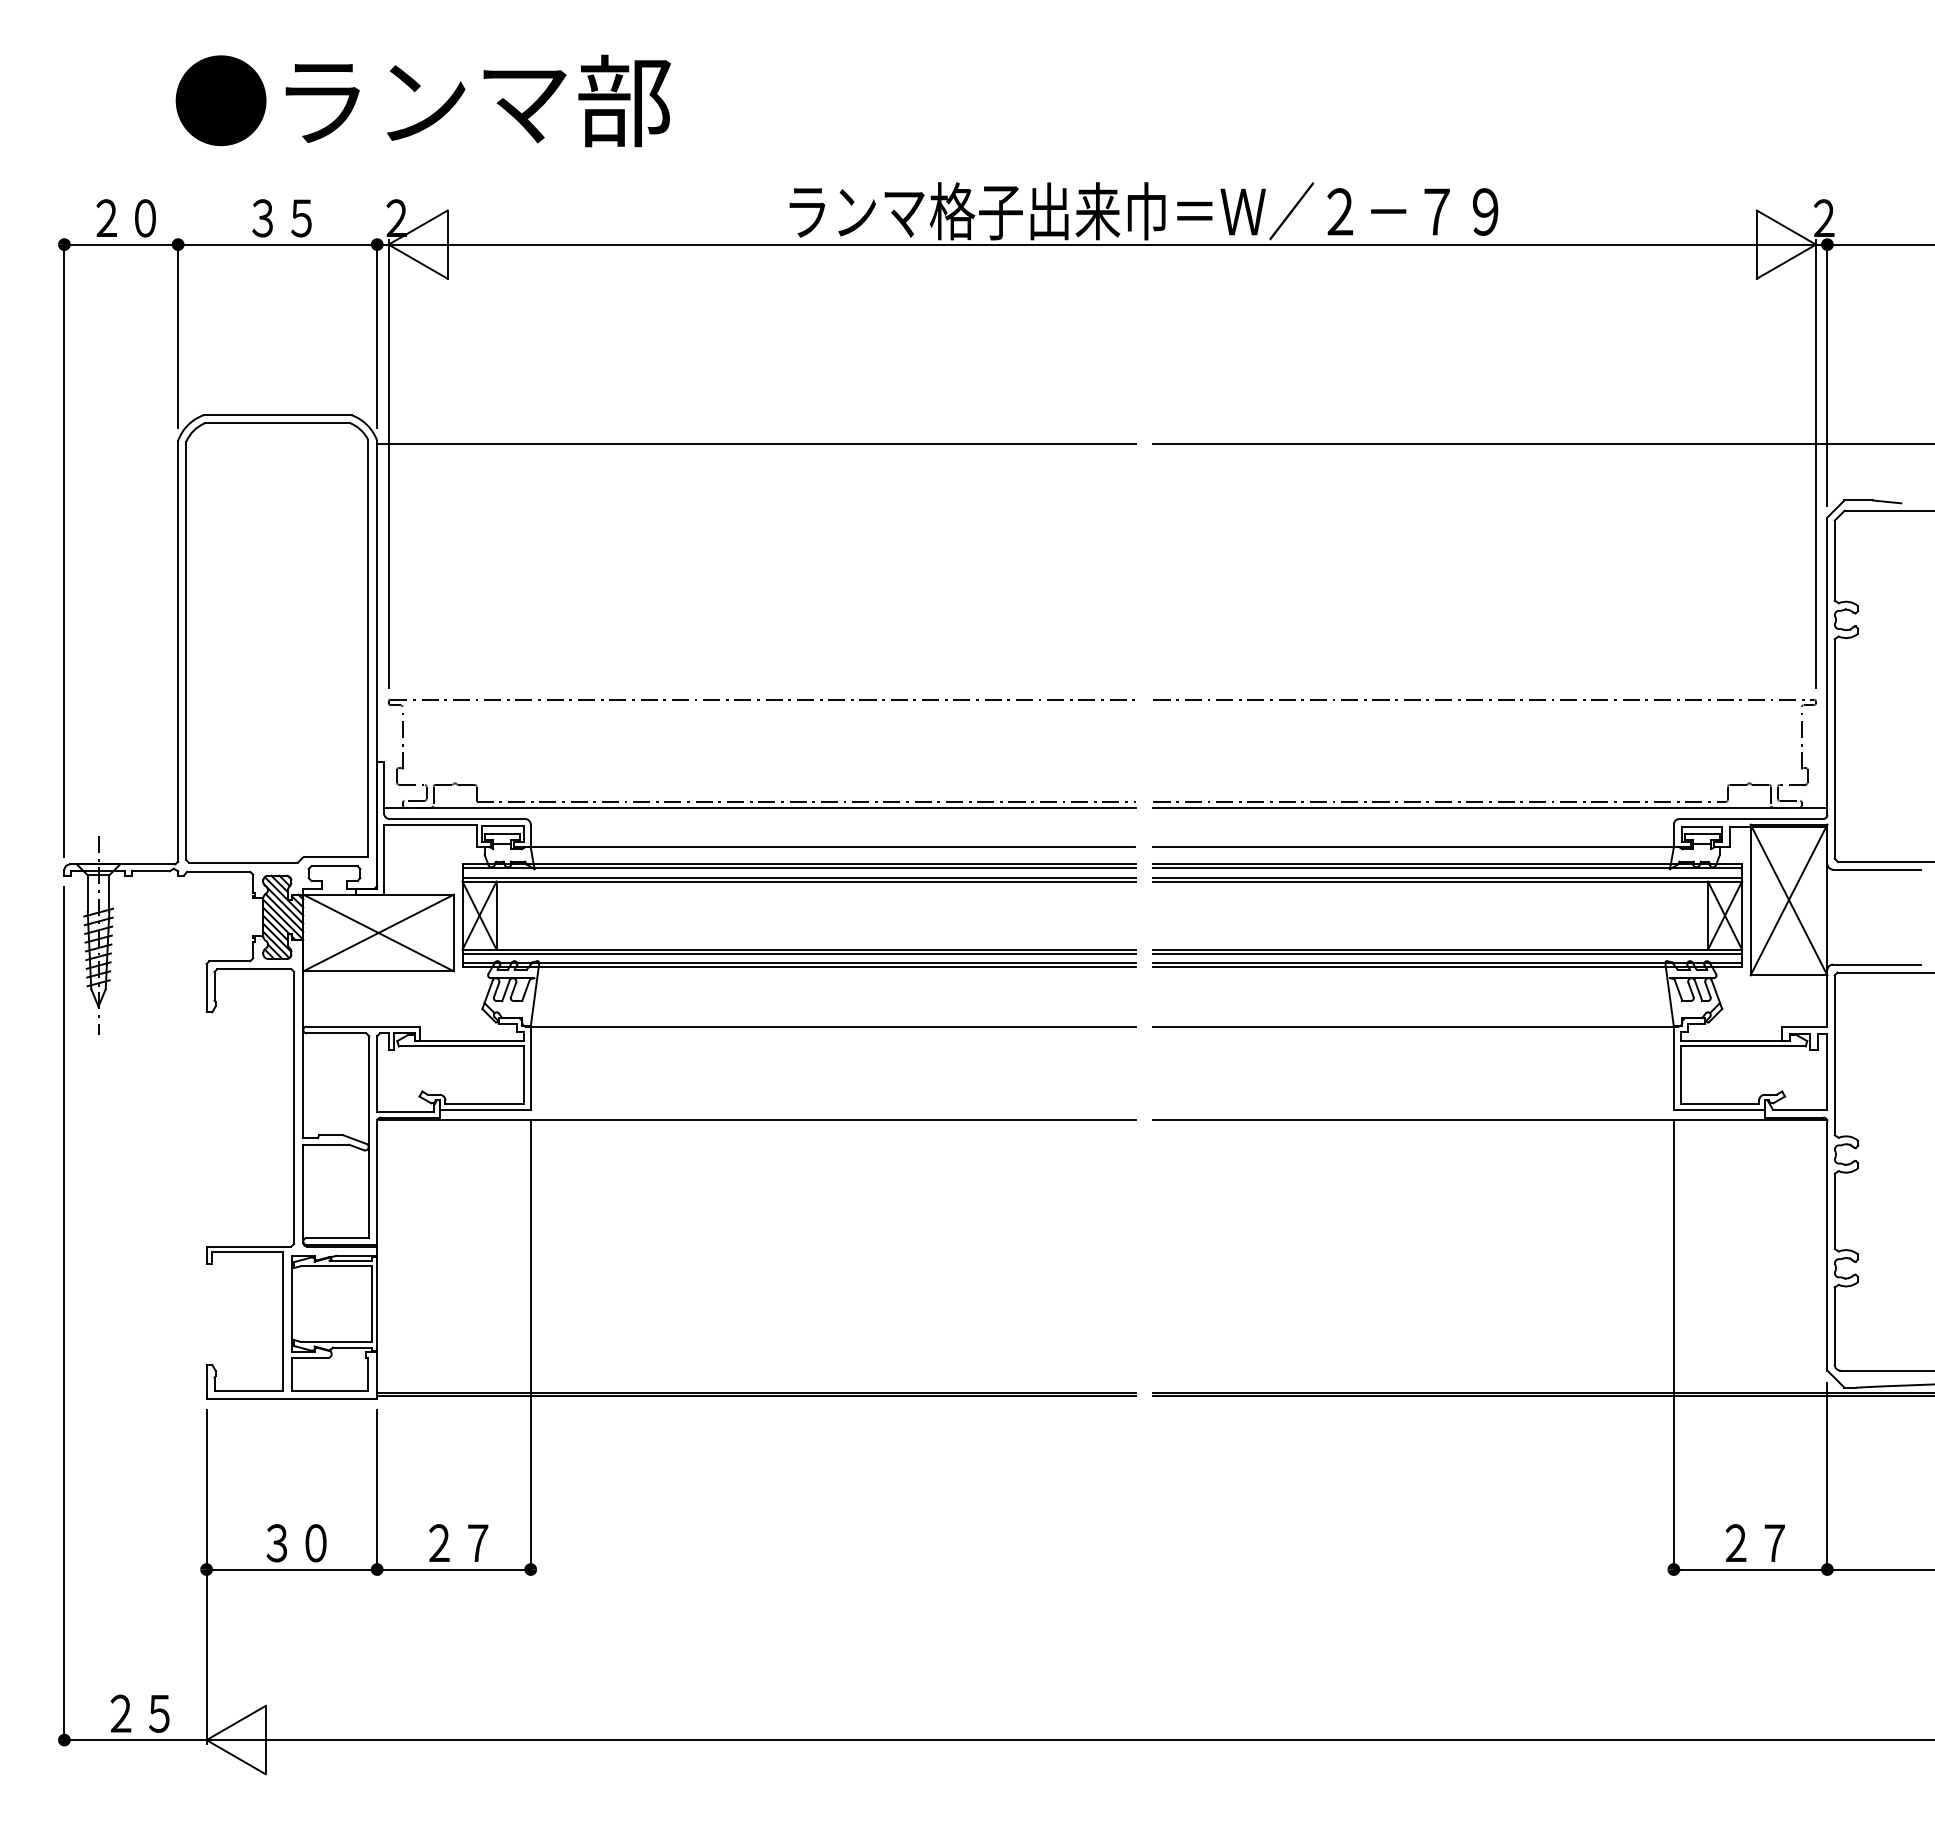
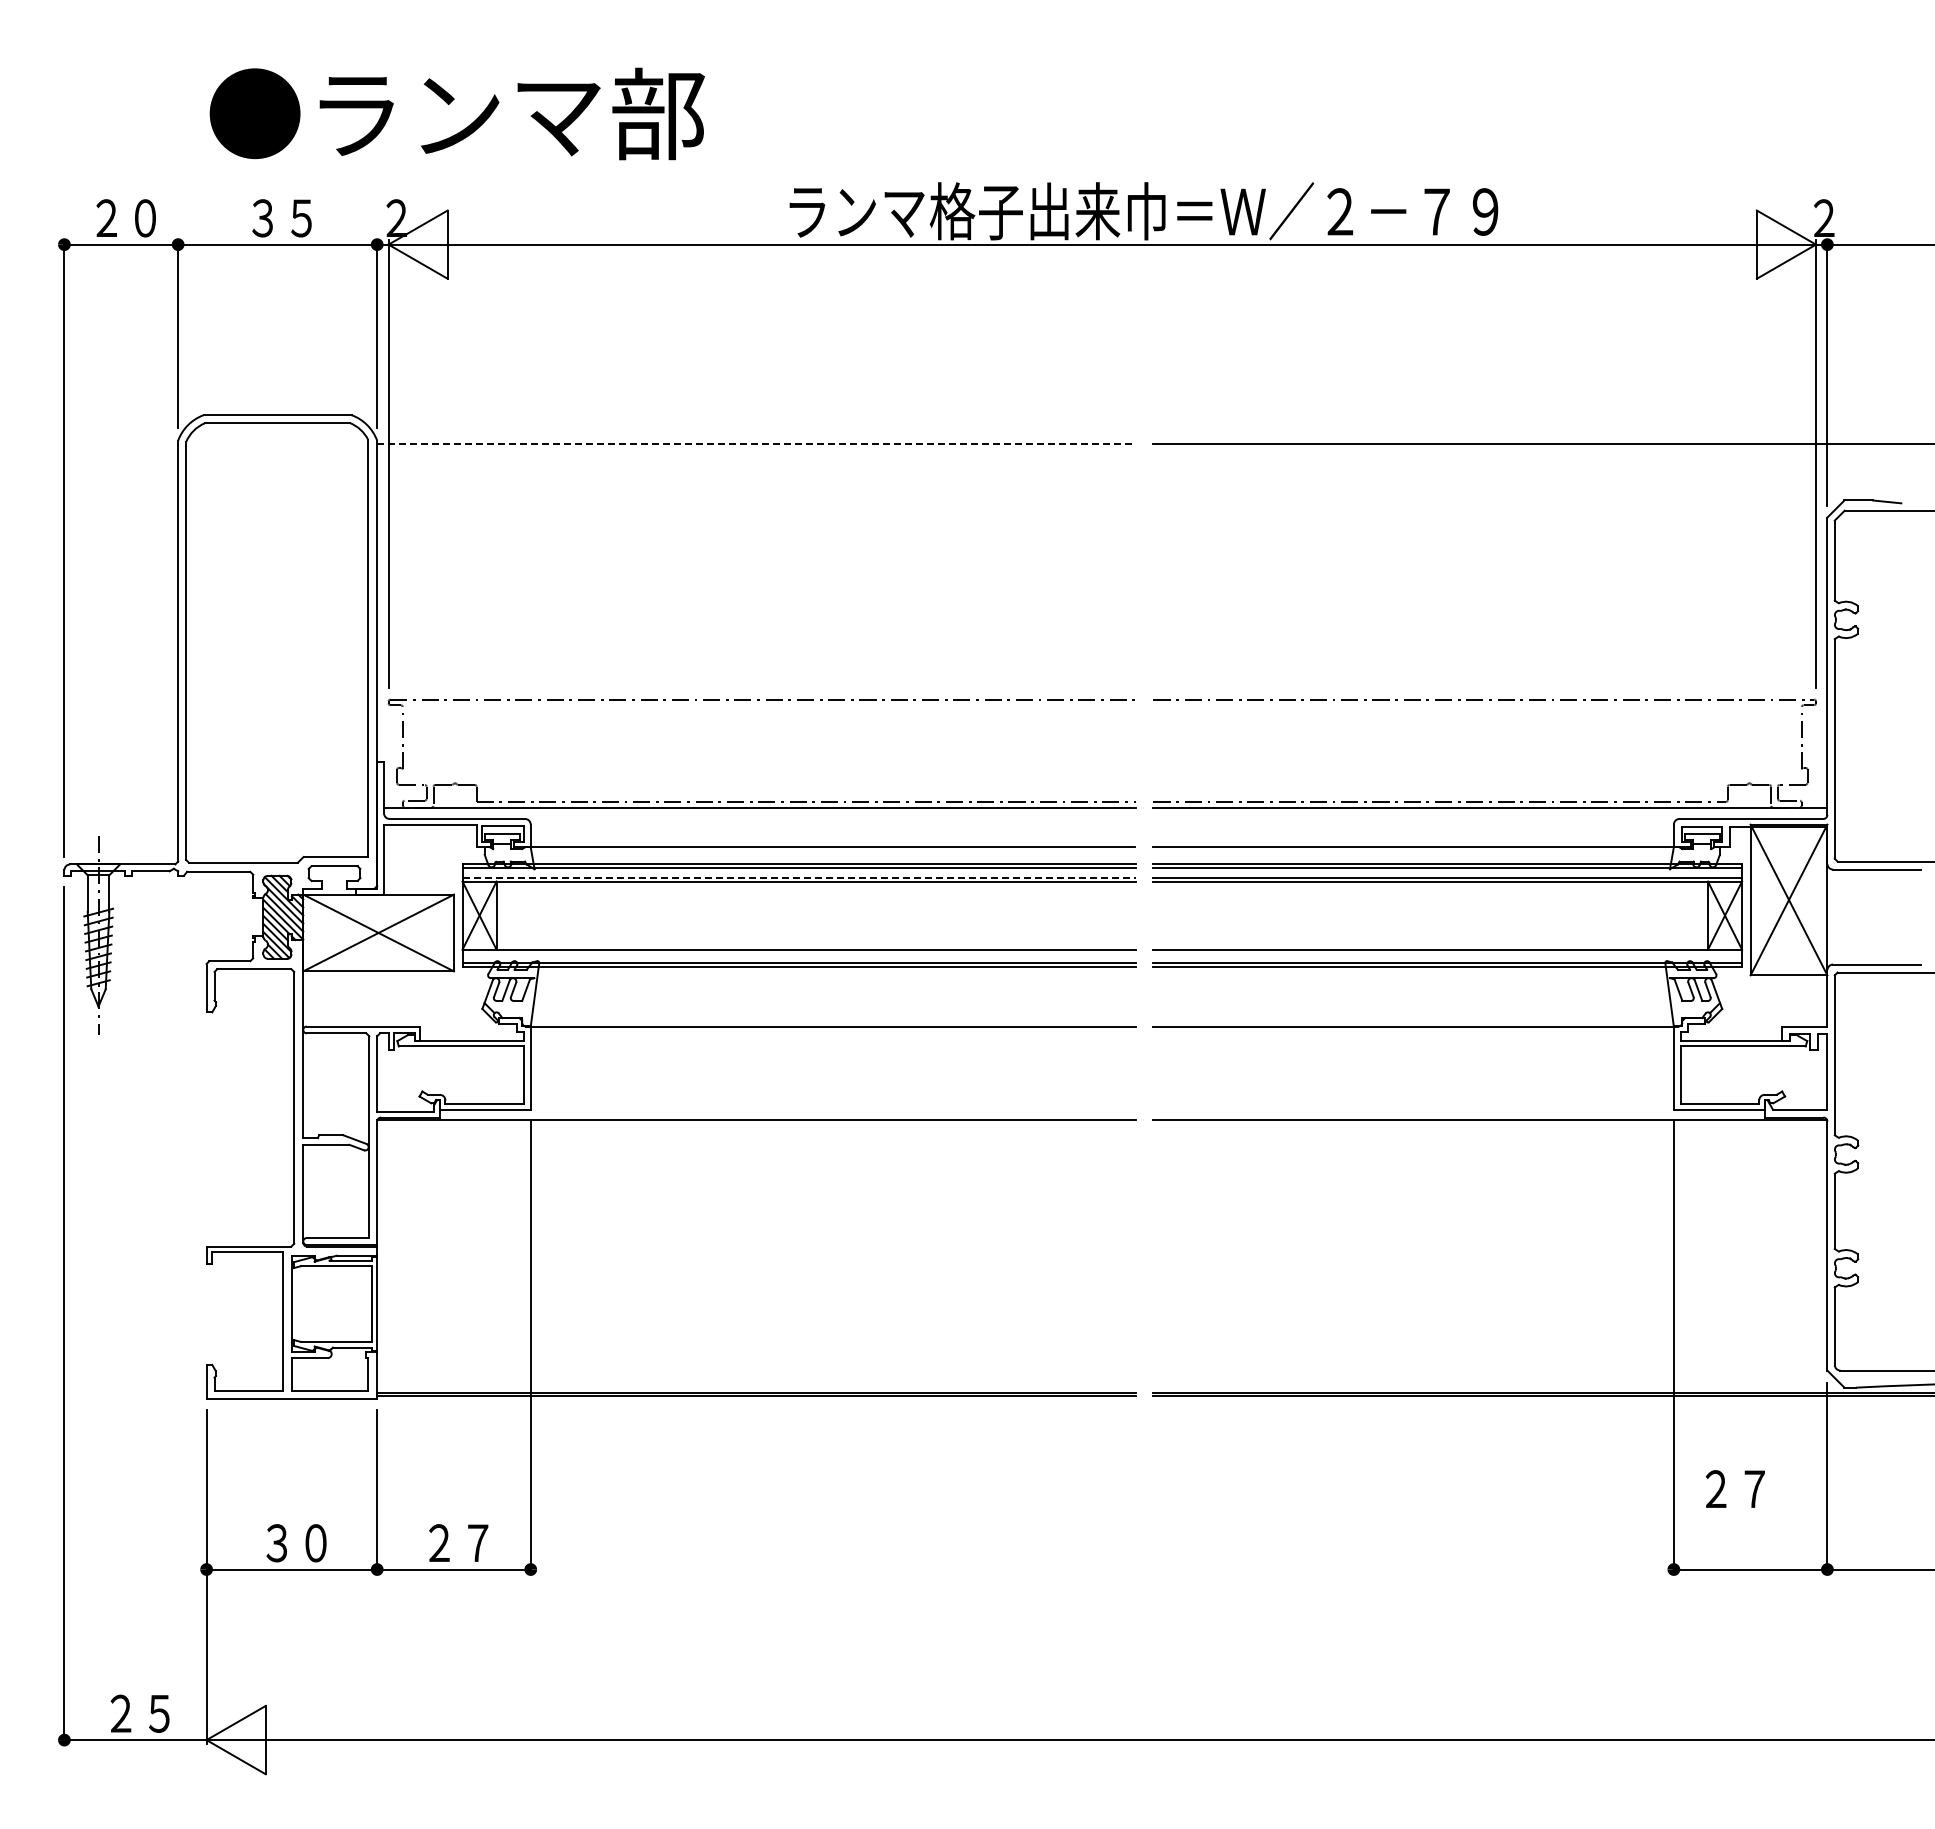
text at (422, 100) position: (422, 100) -> (456, 113)
line at (756, 443): solid -> dashed
line at (799, 877): solid -> dashed
line at (799, 953): present -> none
line at (1447, 953): present -> none
text at (1754, 1542) position: (1754, 1542) -> (1734, 1488)
